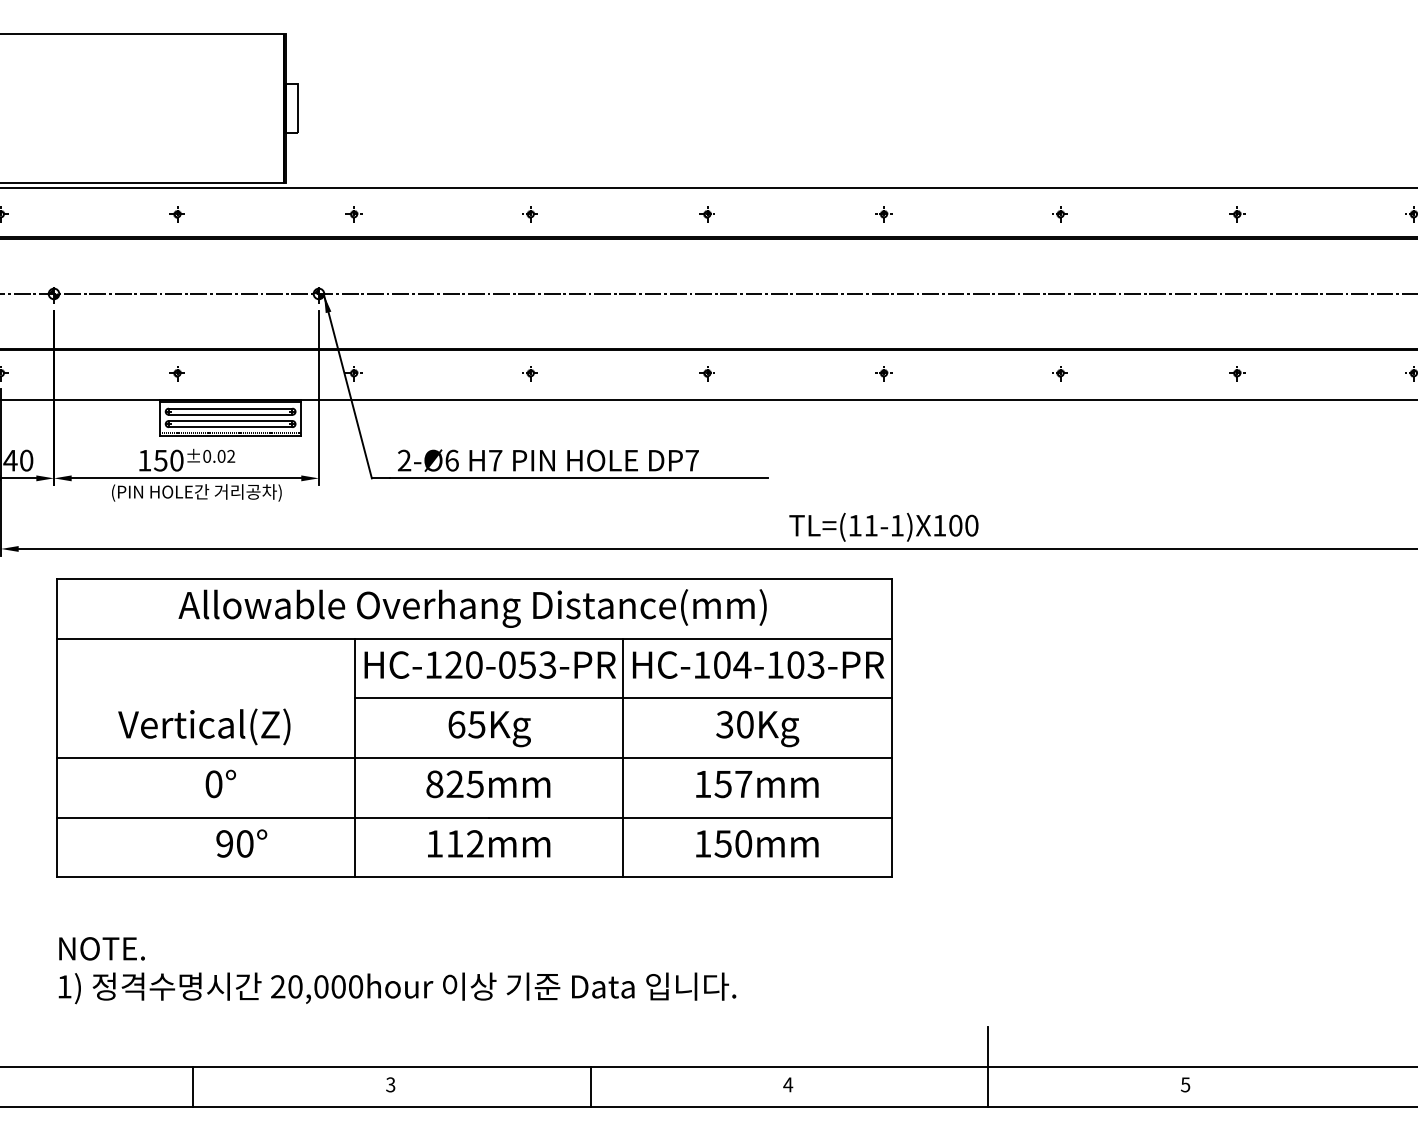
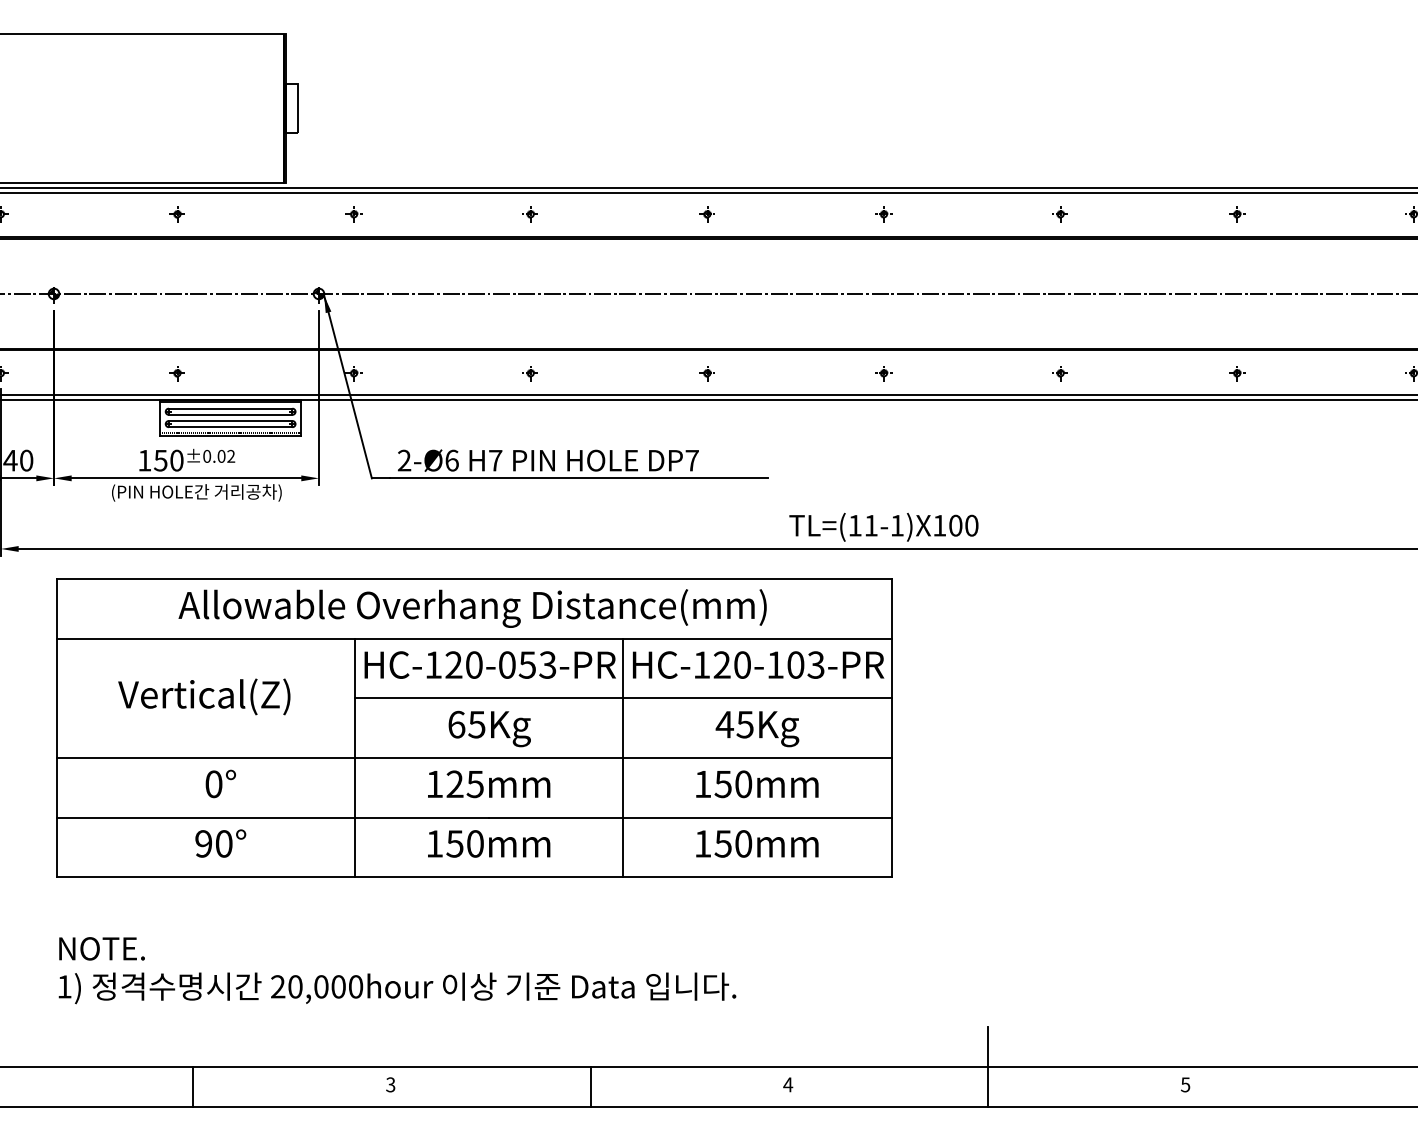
line at (708, 193): none -> present
line at (708, 394): none -> present
text at (732, 664): HC-104-103-PR -> HC-120-103-PR
text at (734, 724): 30Kg -> 45Kg
text at (204, 726) position: (204, 726) -> (204, 696)
text at (434, 784): 825mm -> 125mm
text at (743, 784): 157mm -> 150mm
text at (241, 843) position: (241, 843) -> (220, 843)
text at (464, 843): 112mm -> 150mm
